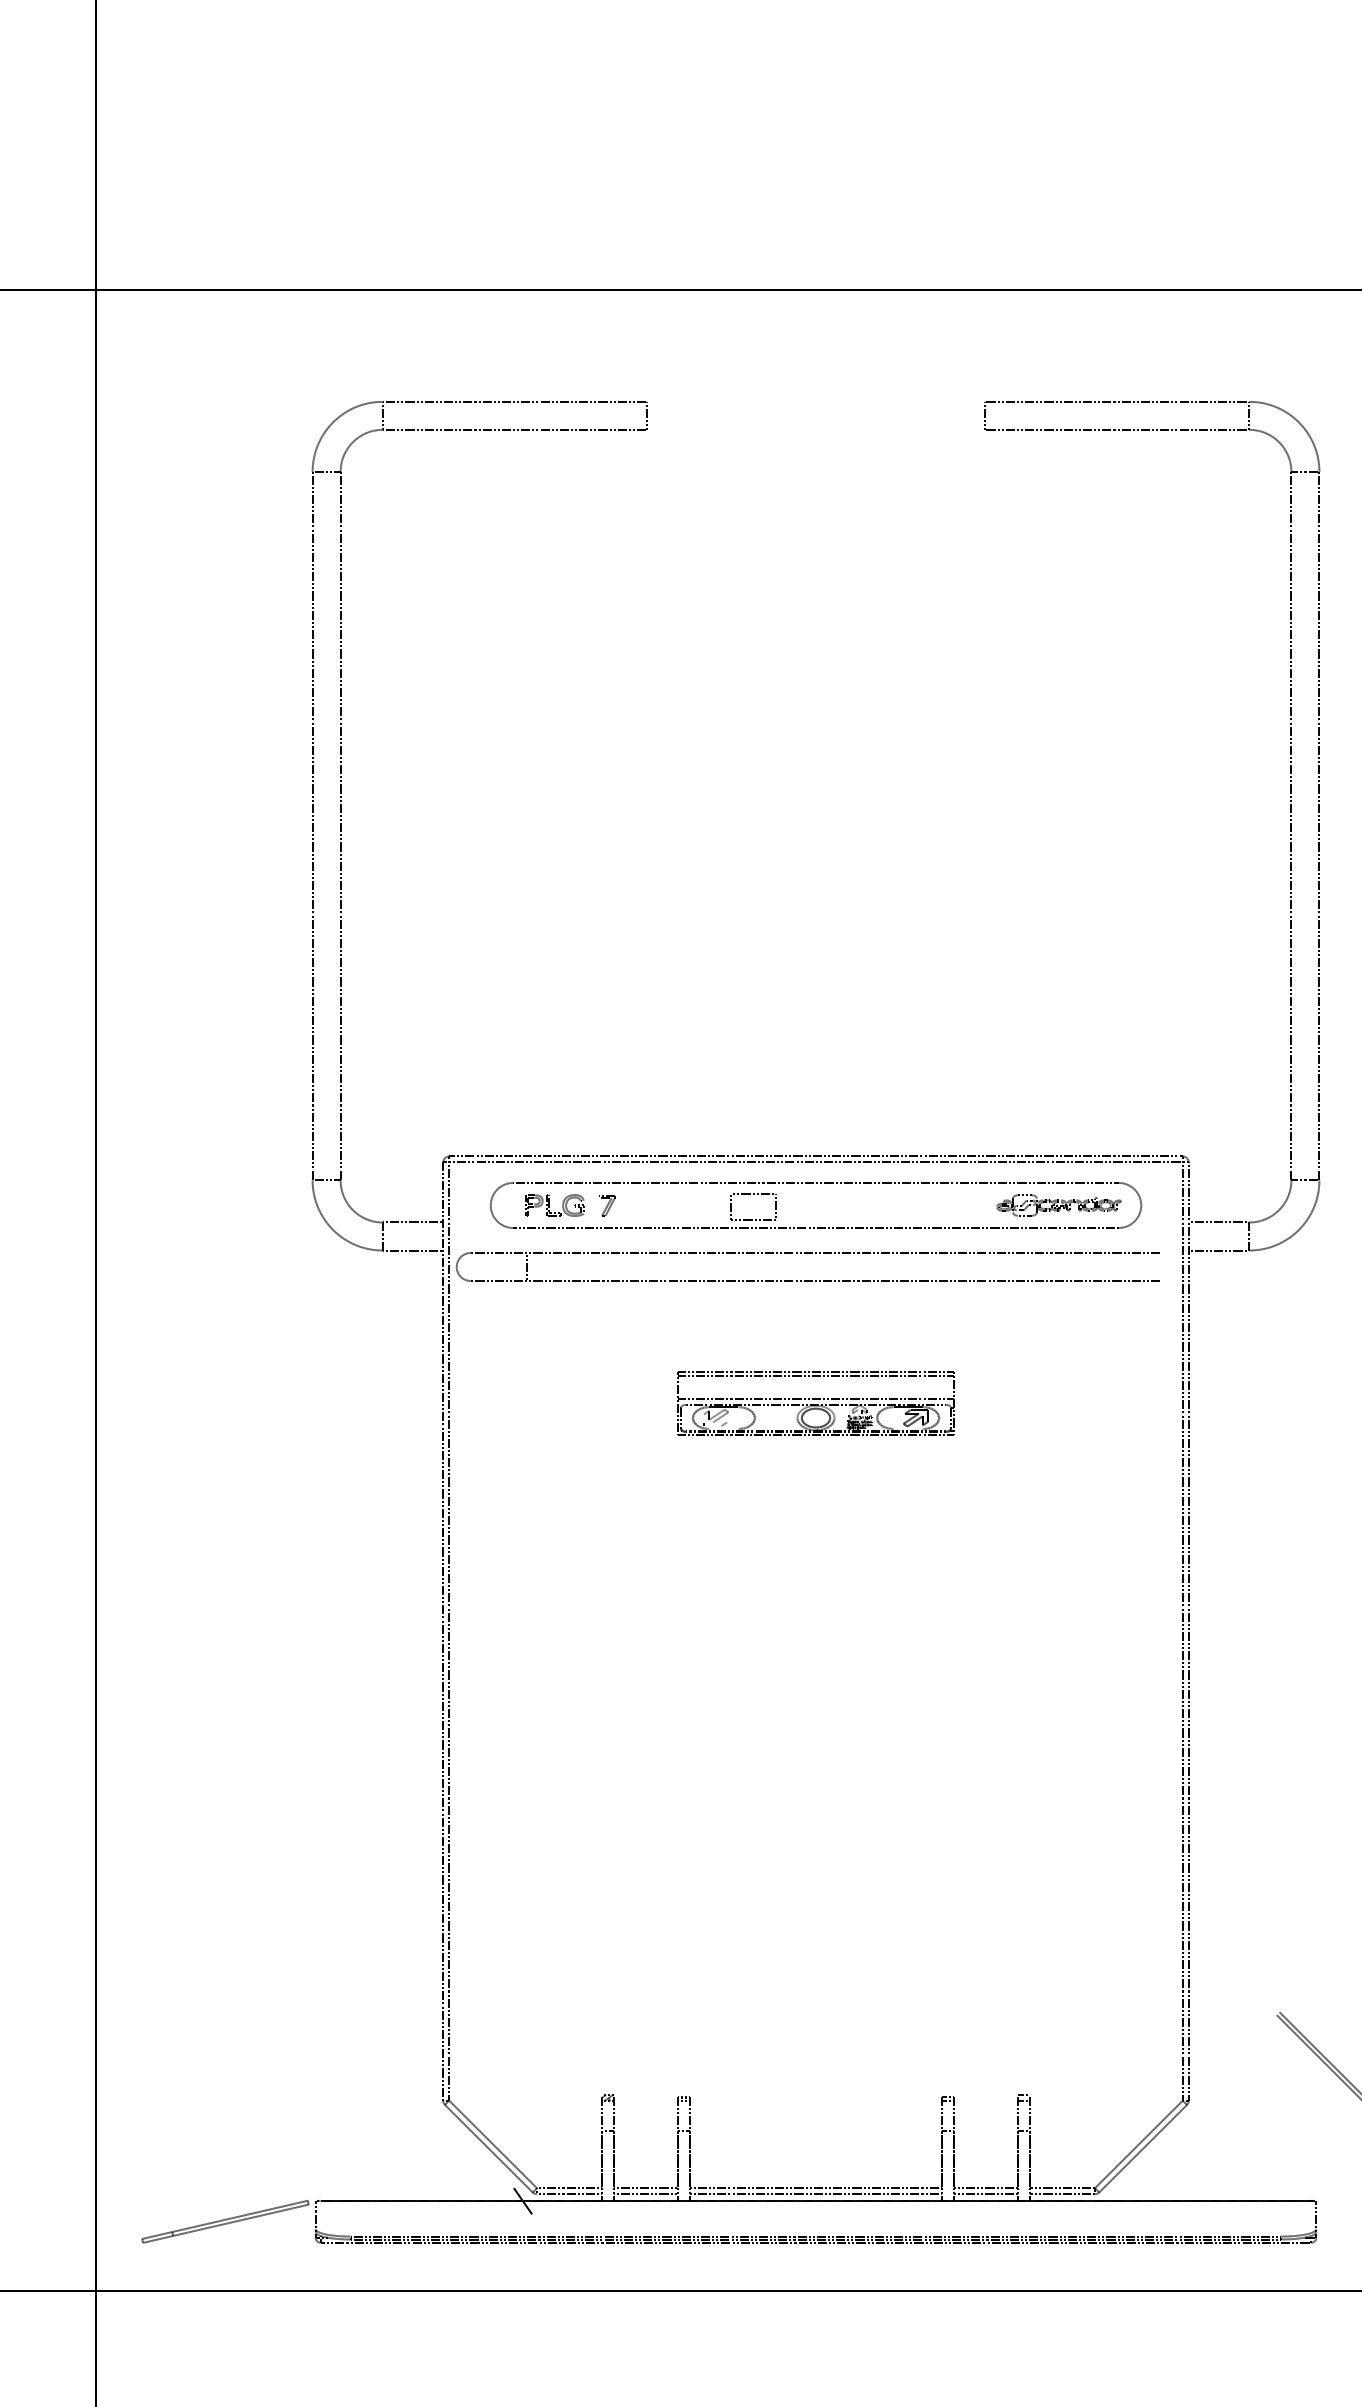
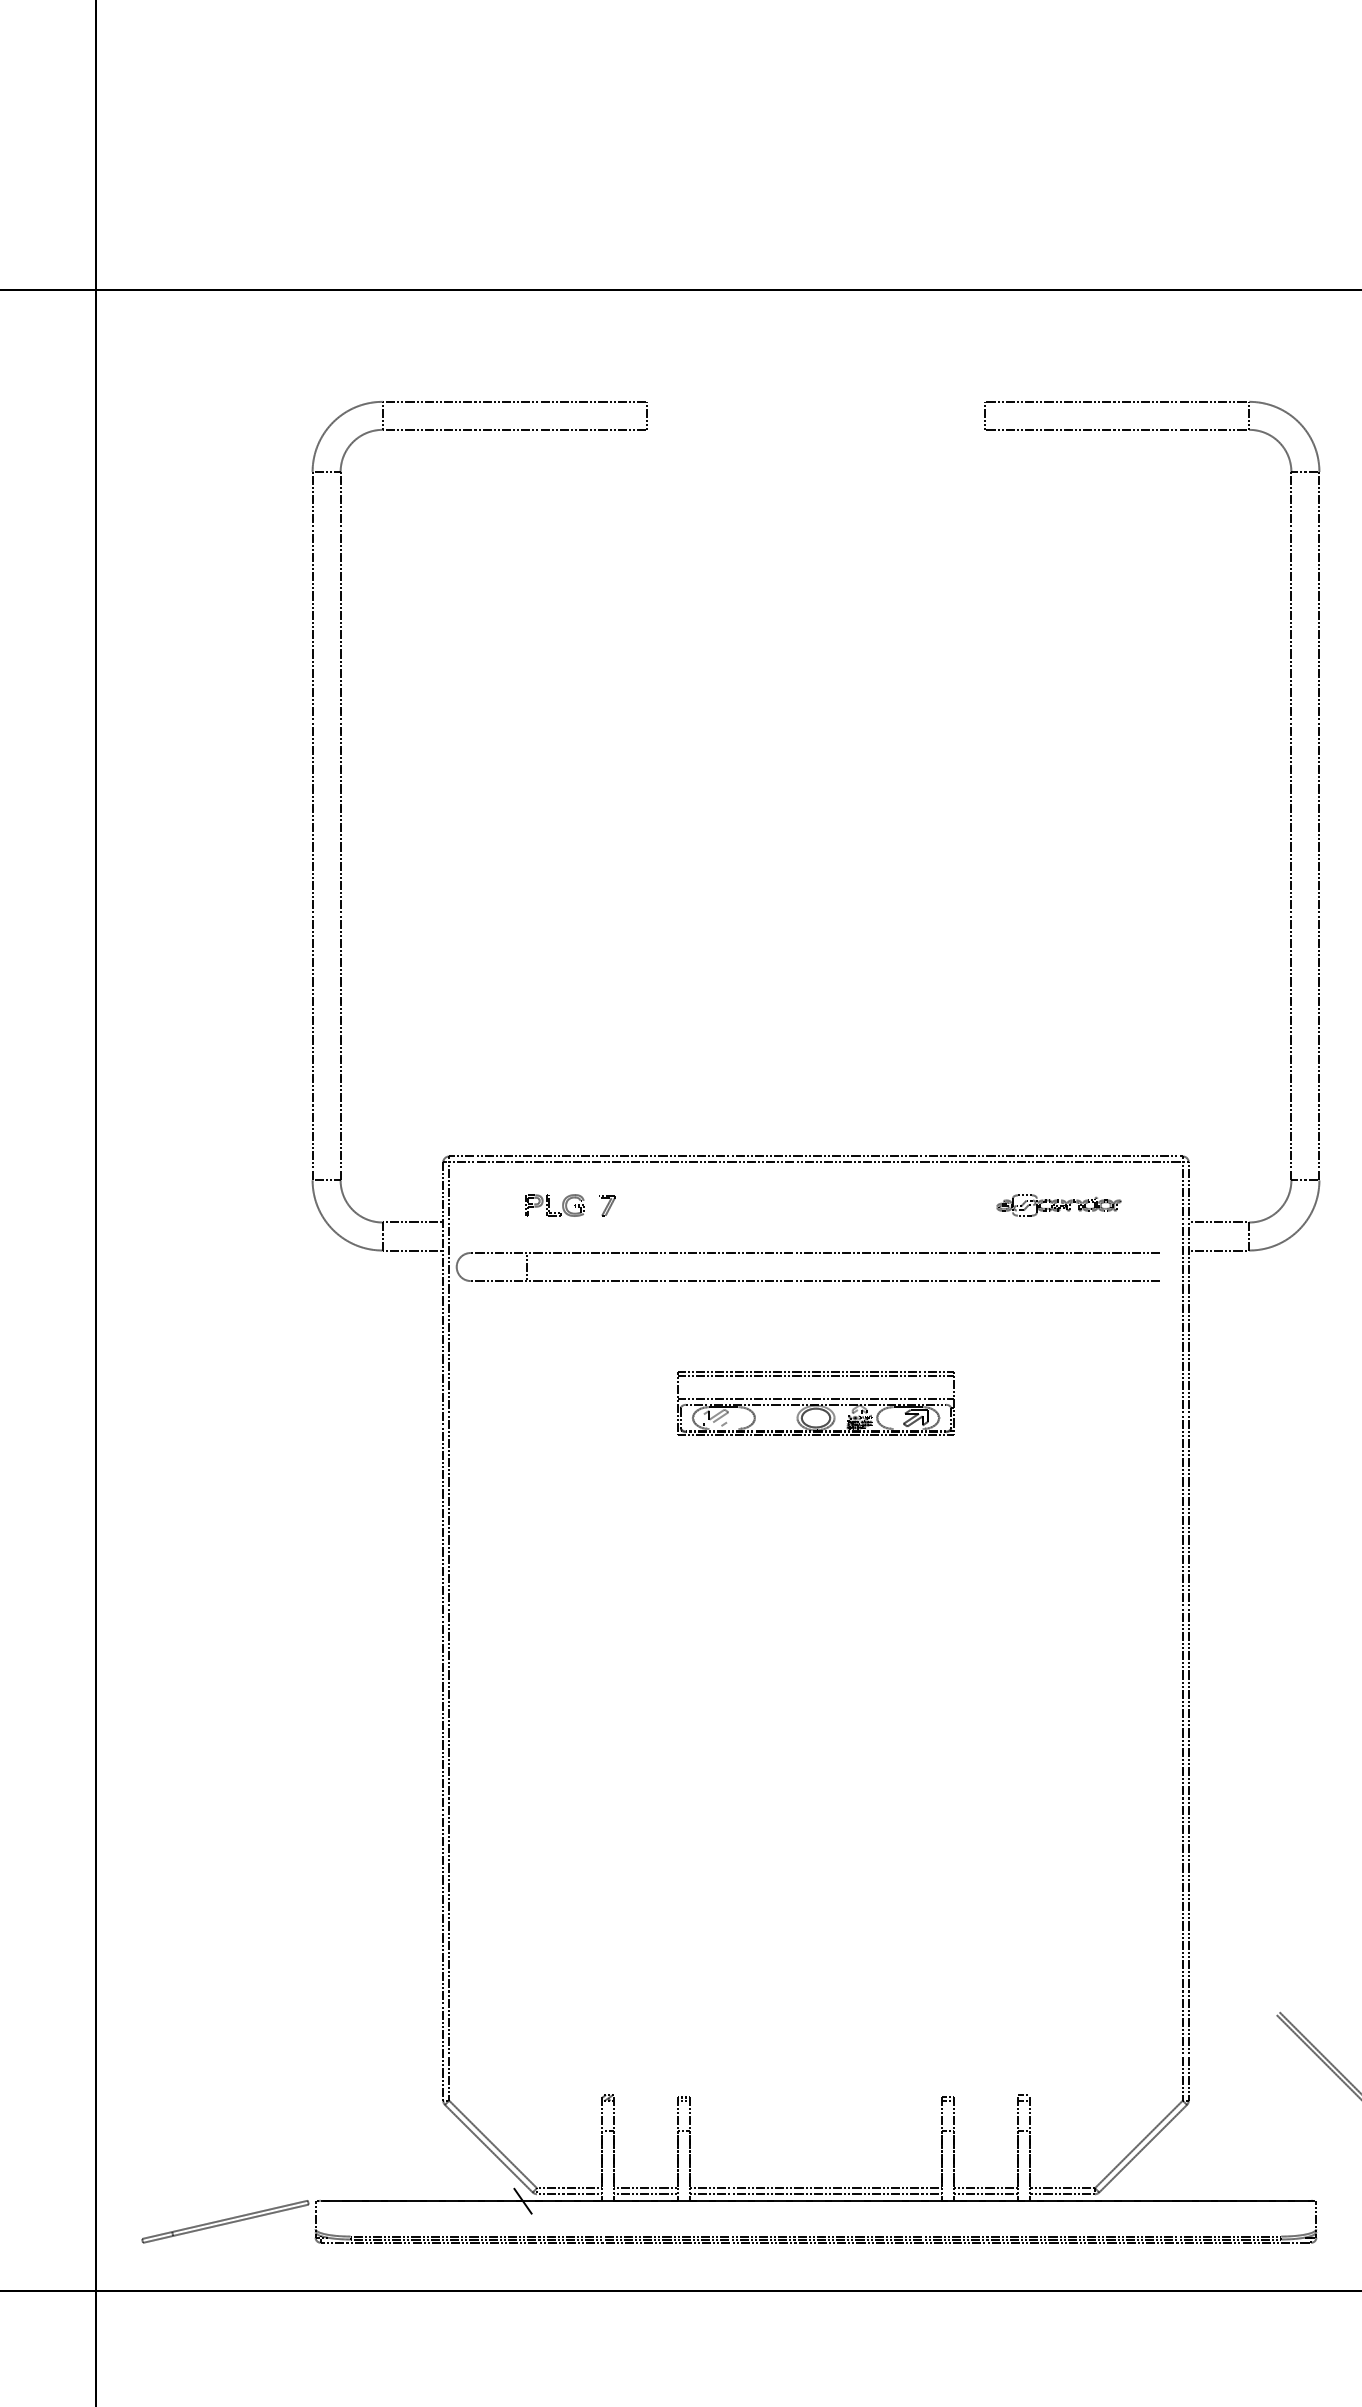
part at (816, 1183): present -> none
